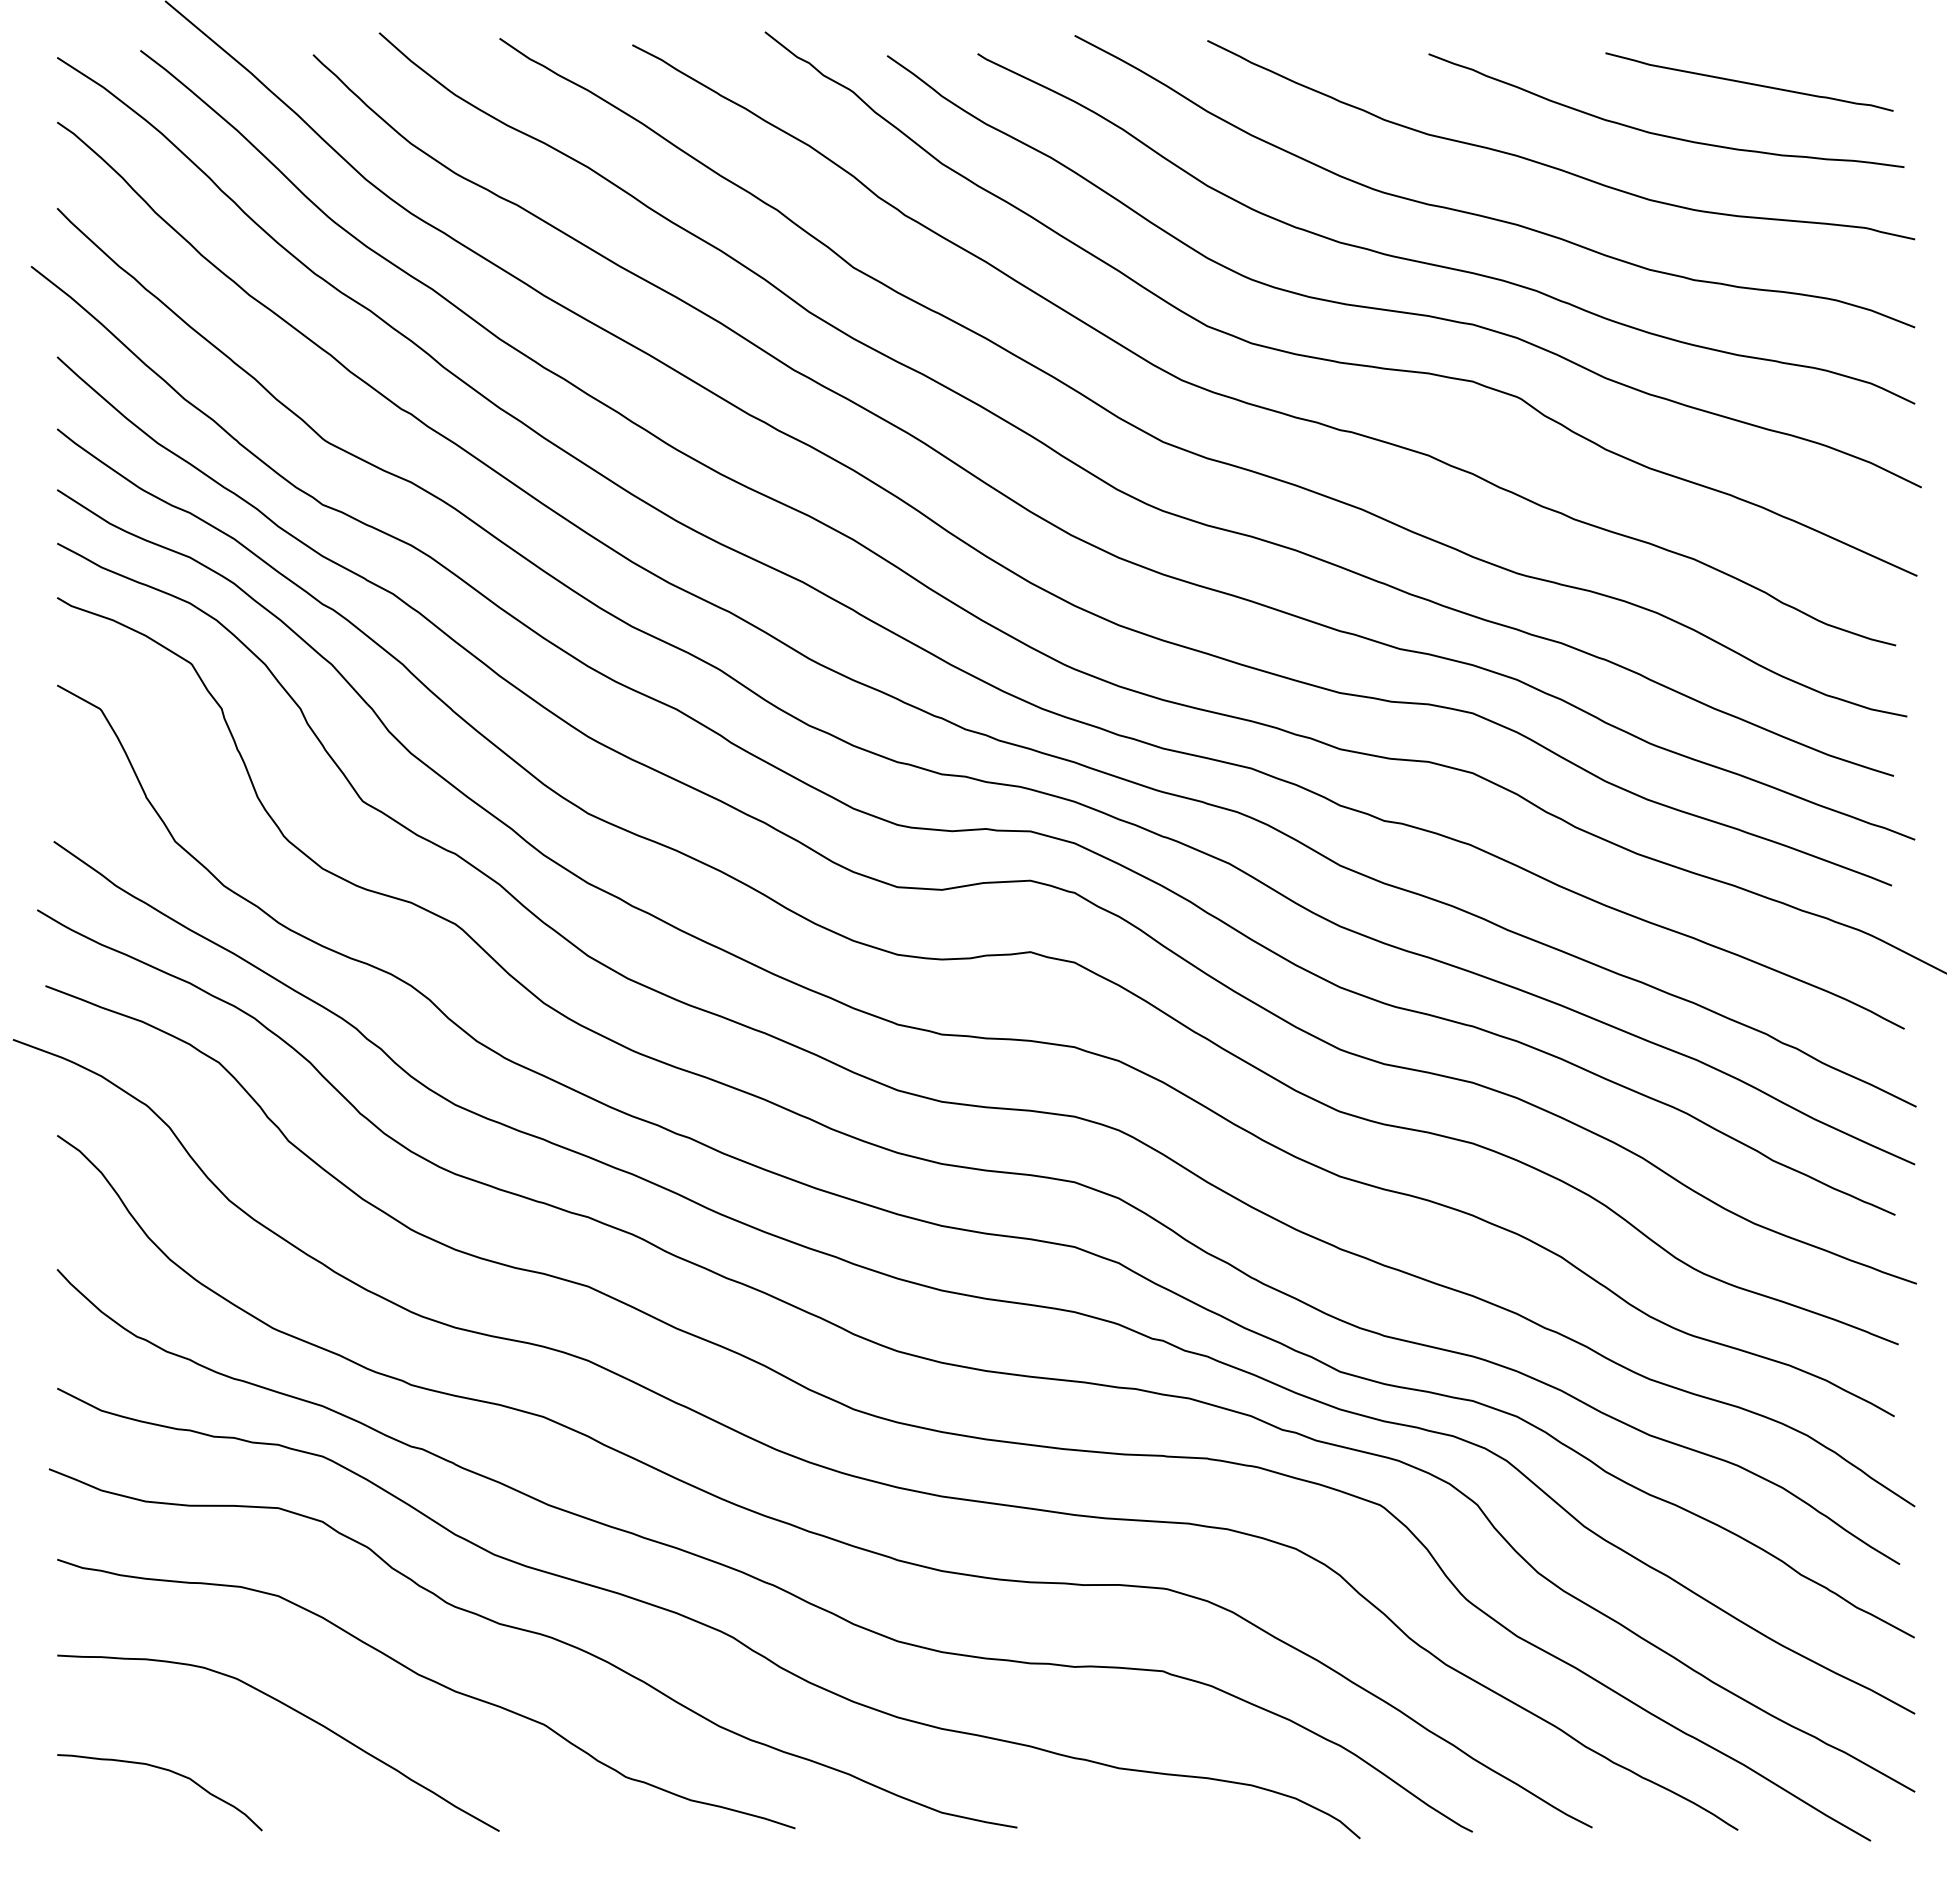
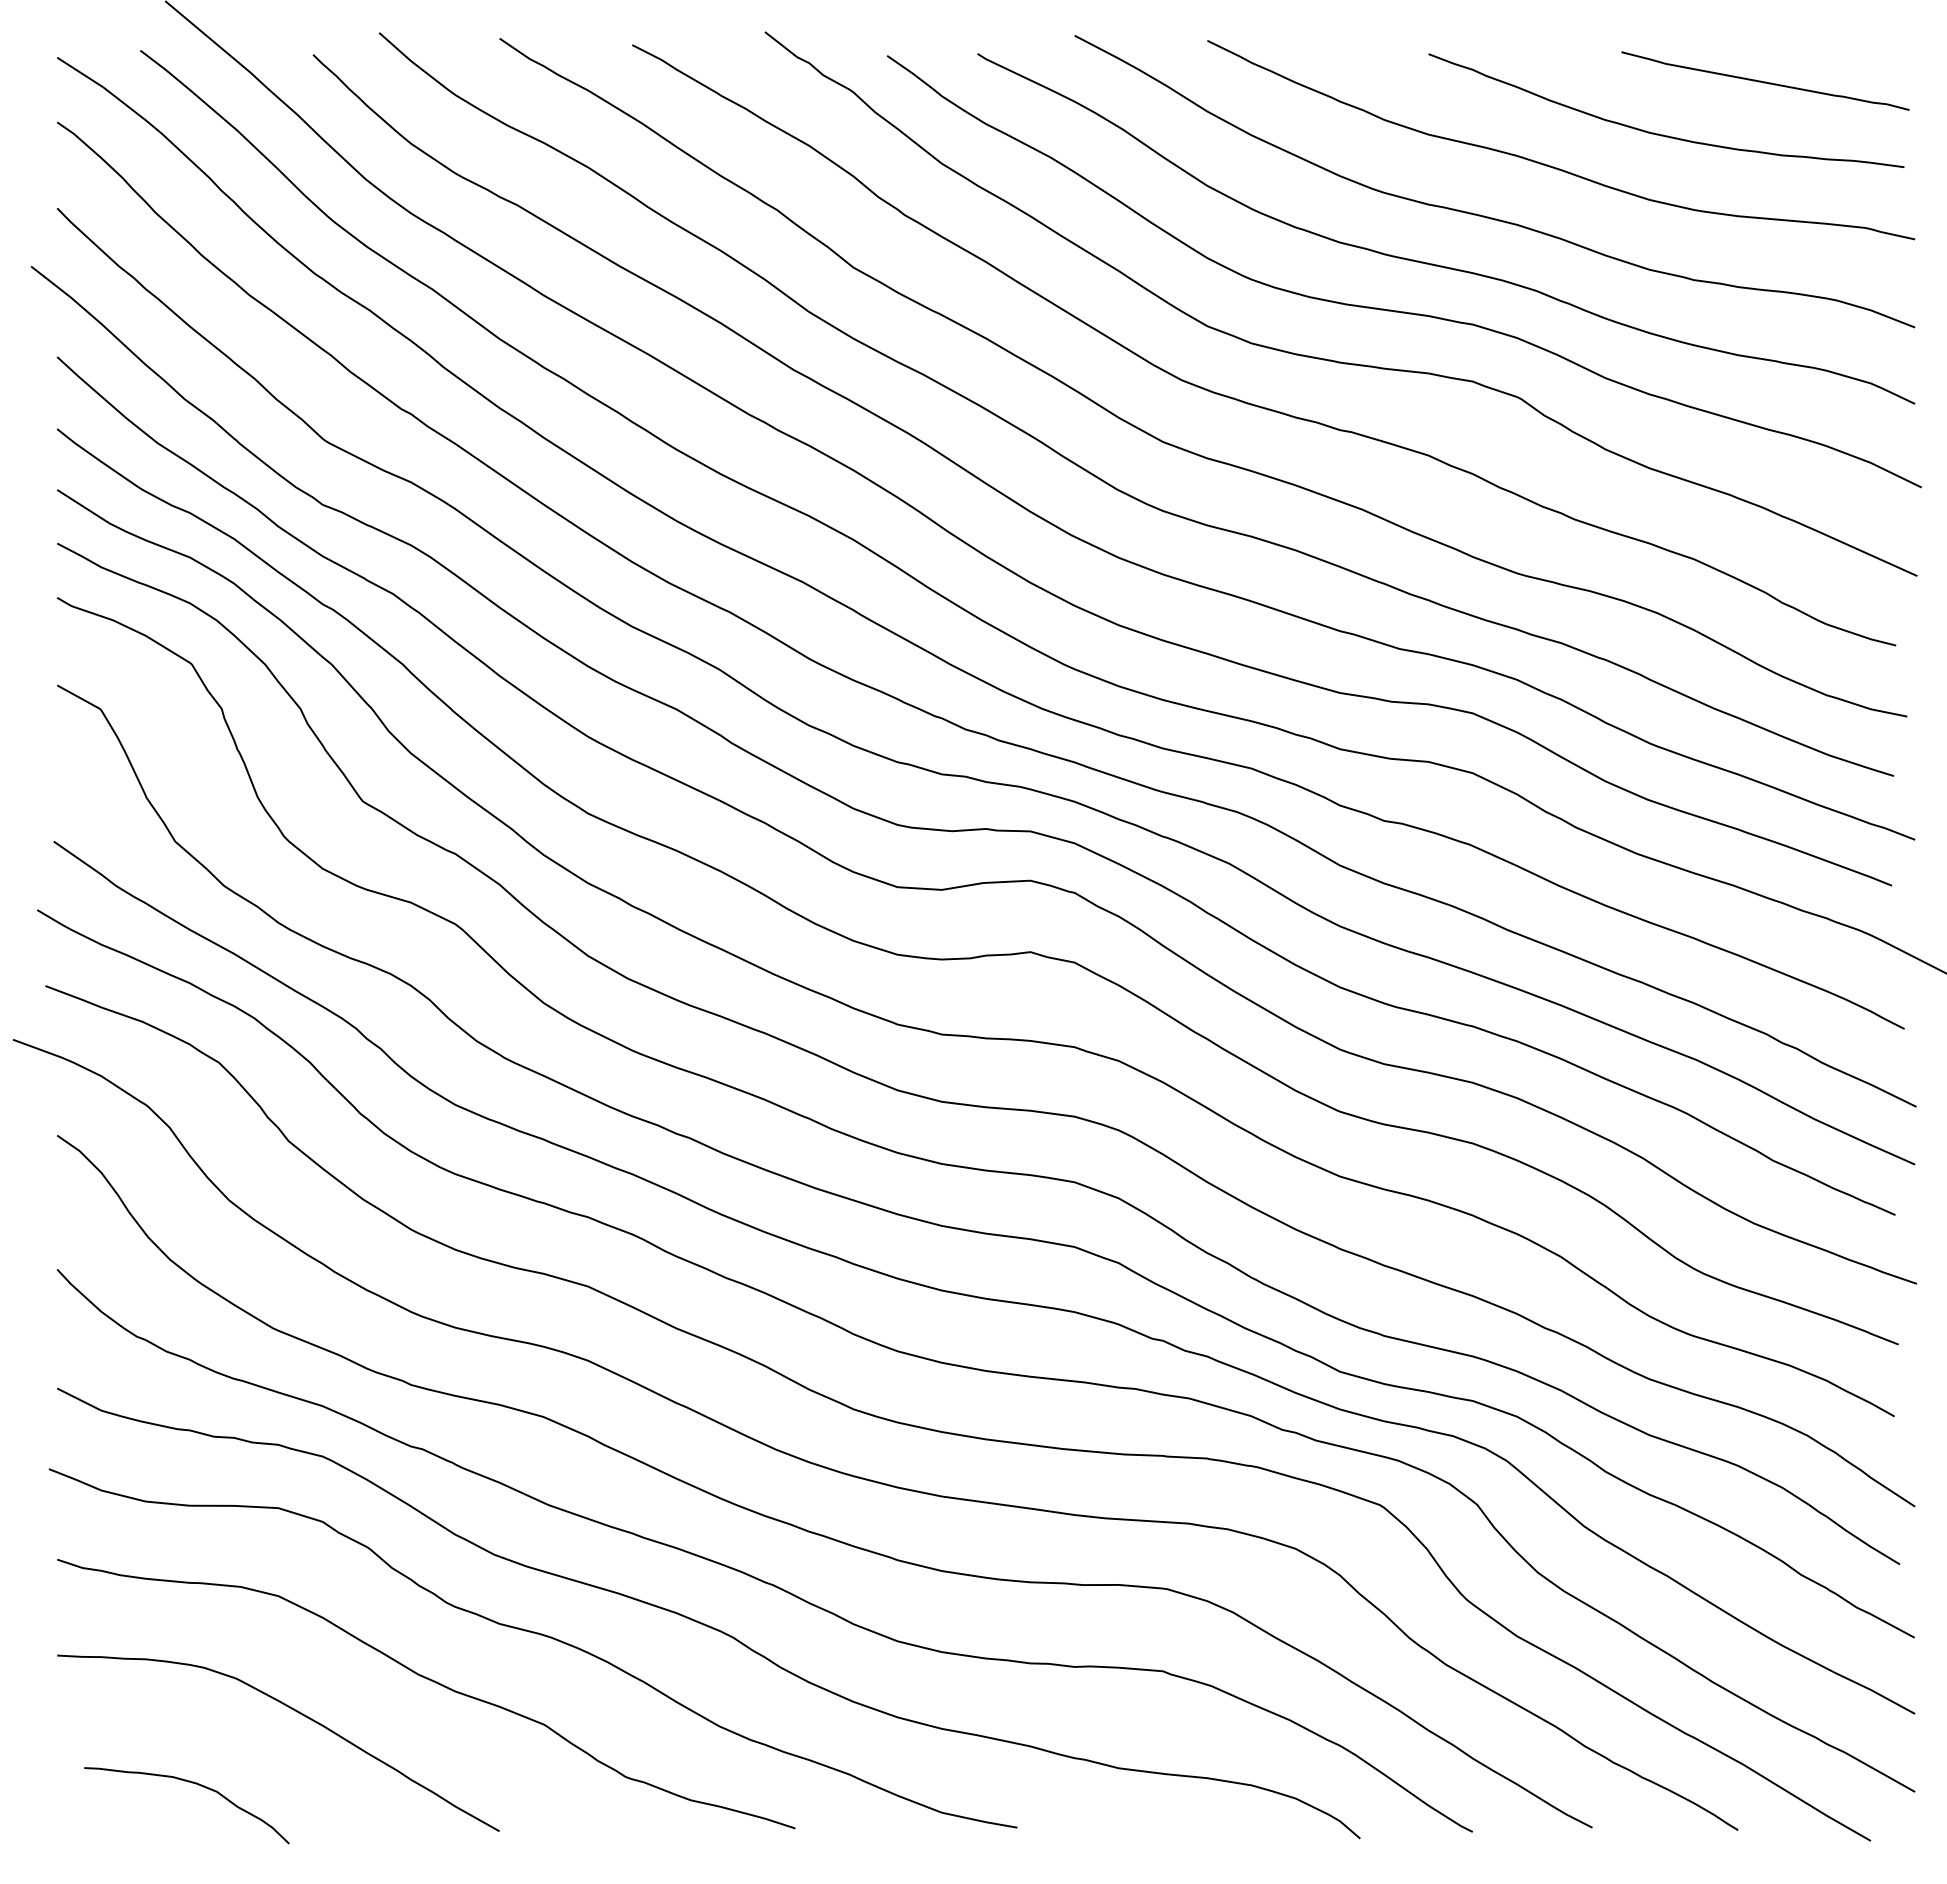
curve at (1749, 82) position: (1749, 82) -> (1765, 81)
curve at (164, 1770) position: (164, 1770) -> (191, 1783)
